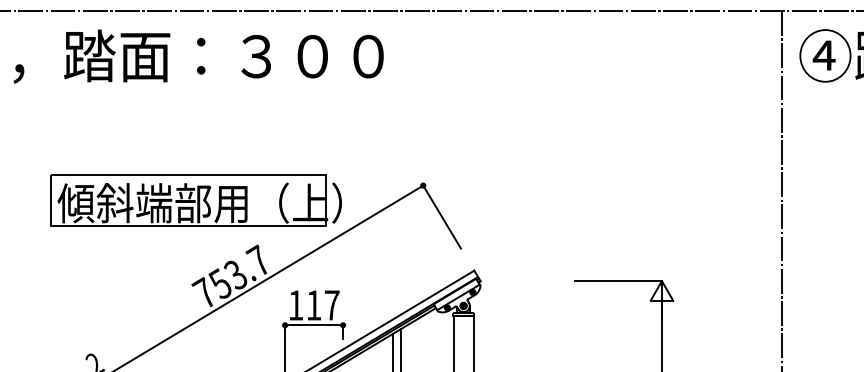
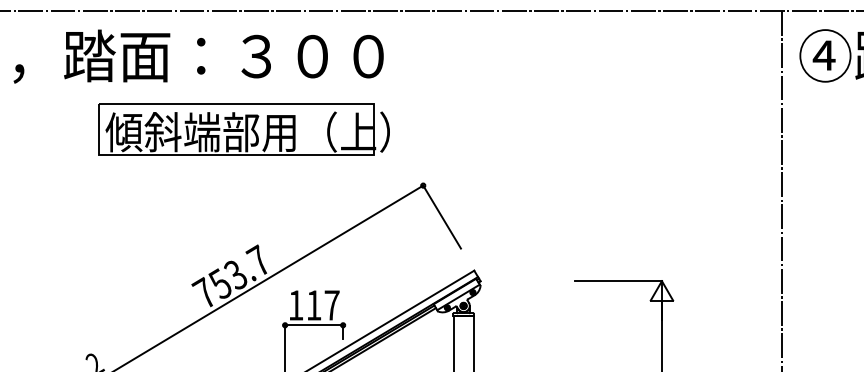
part at (195, 200) position: (195, 200) -> (243, 129)
line at (401, 348): present -> none
line at (392, 351): present -> none
